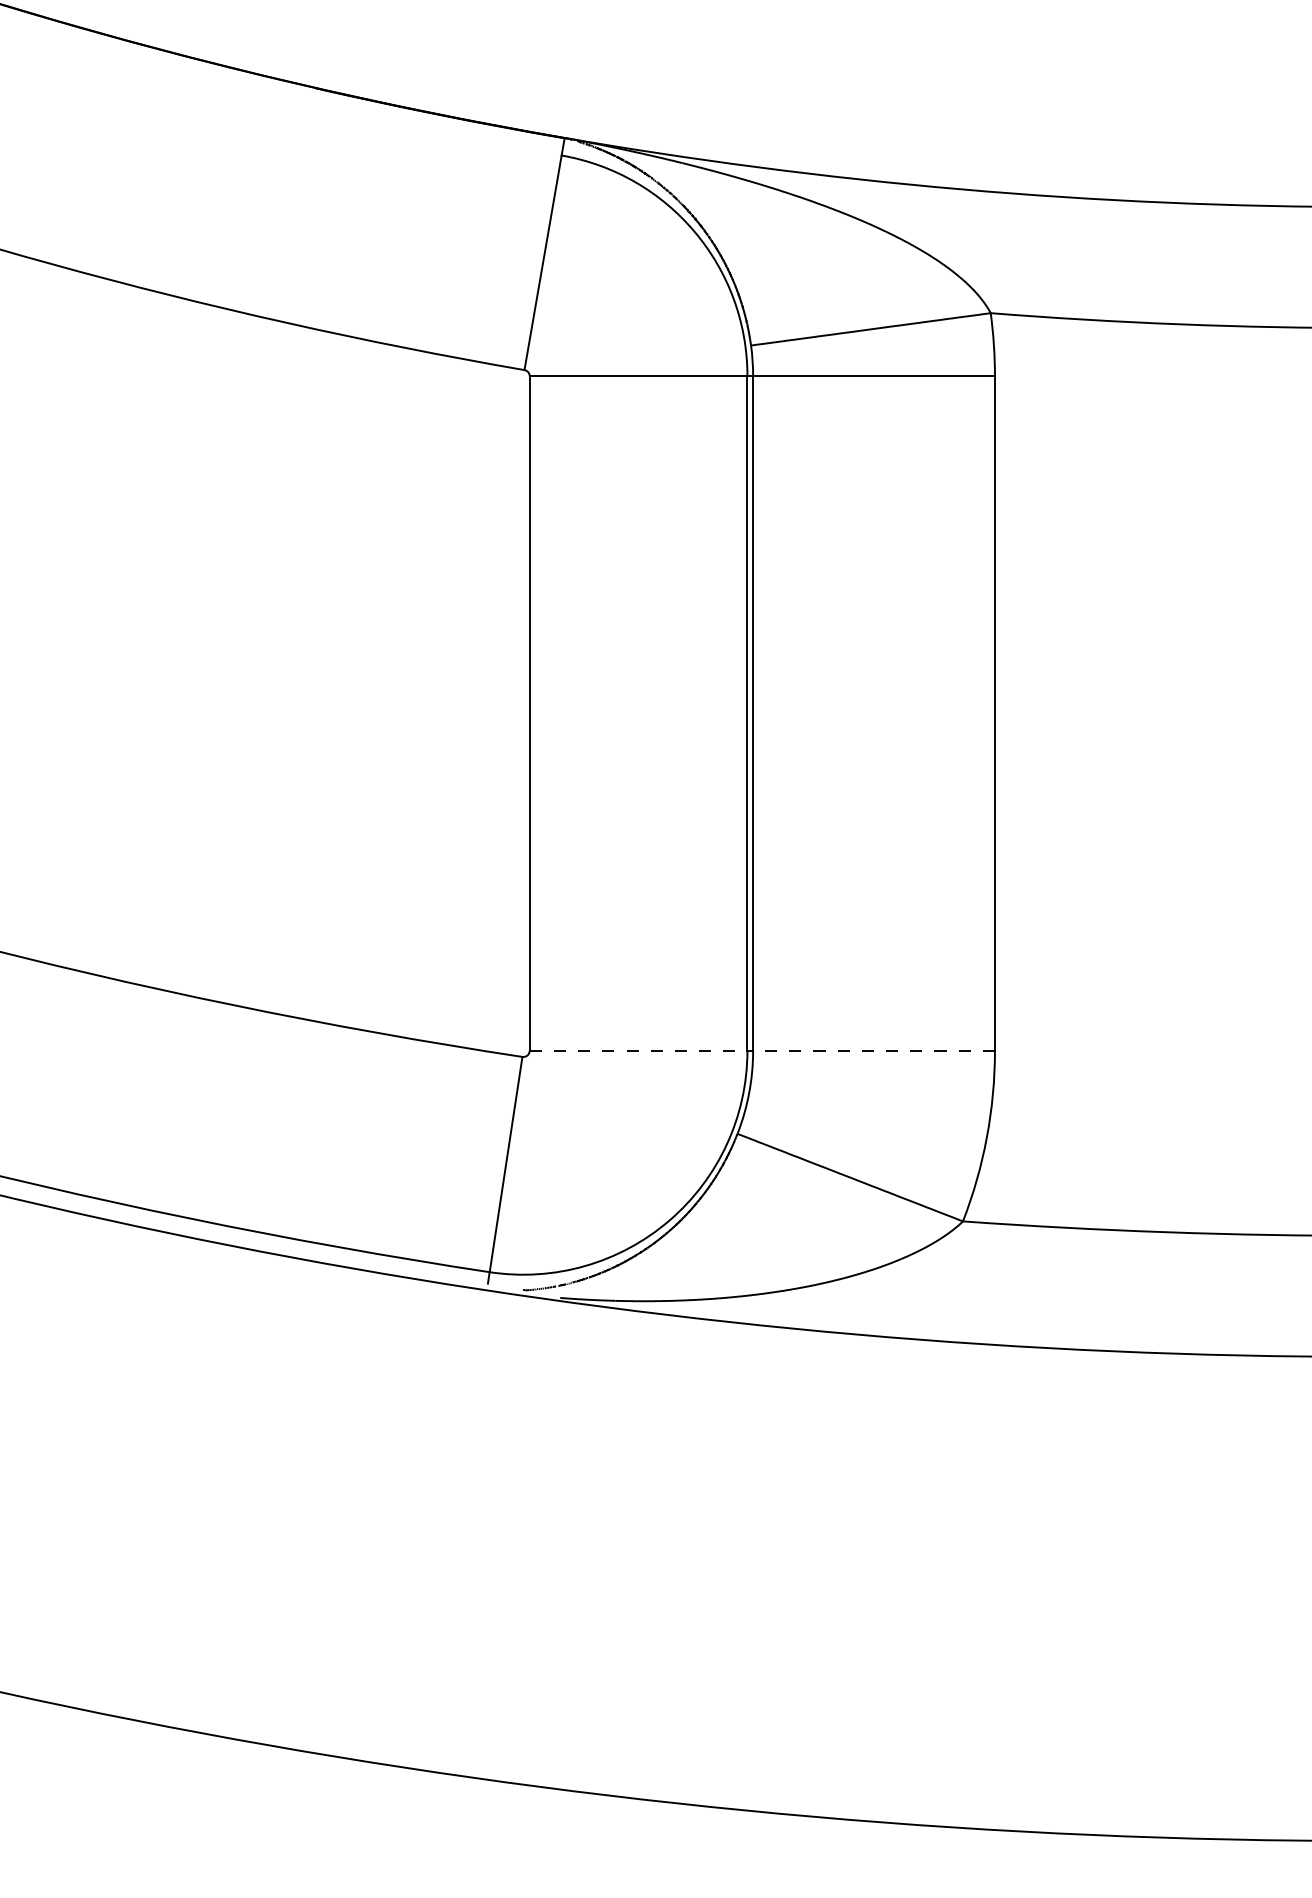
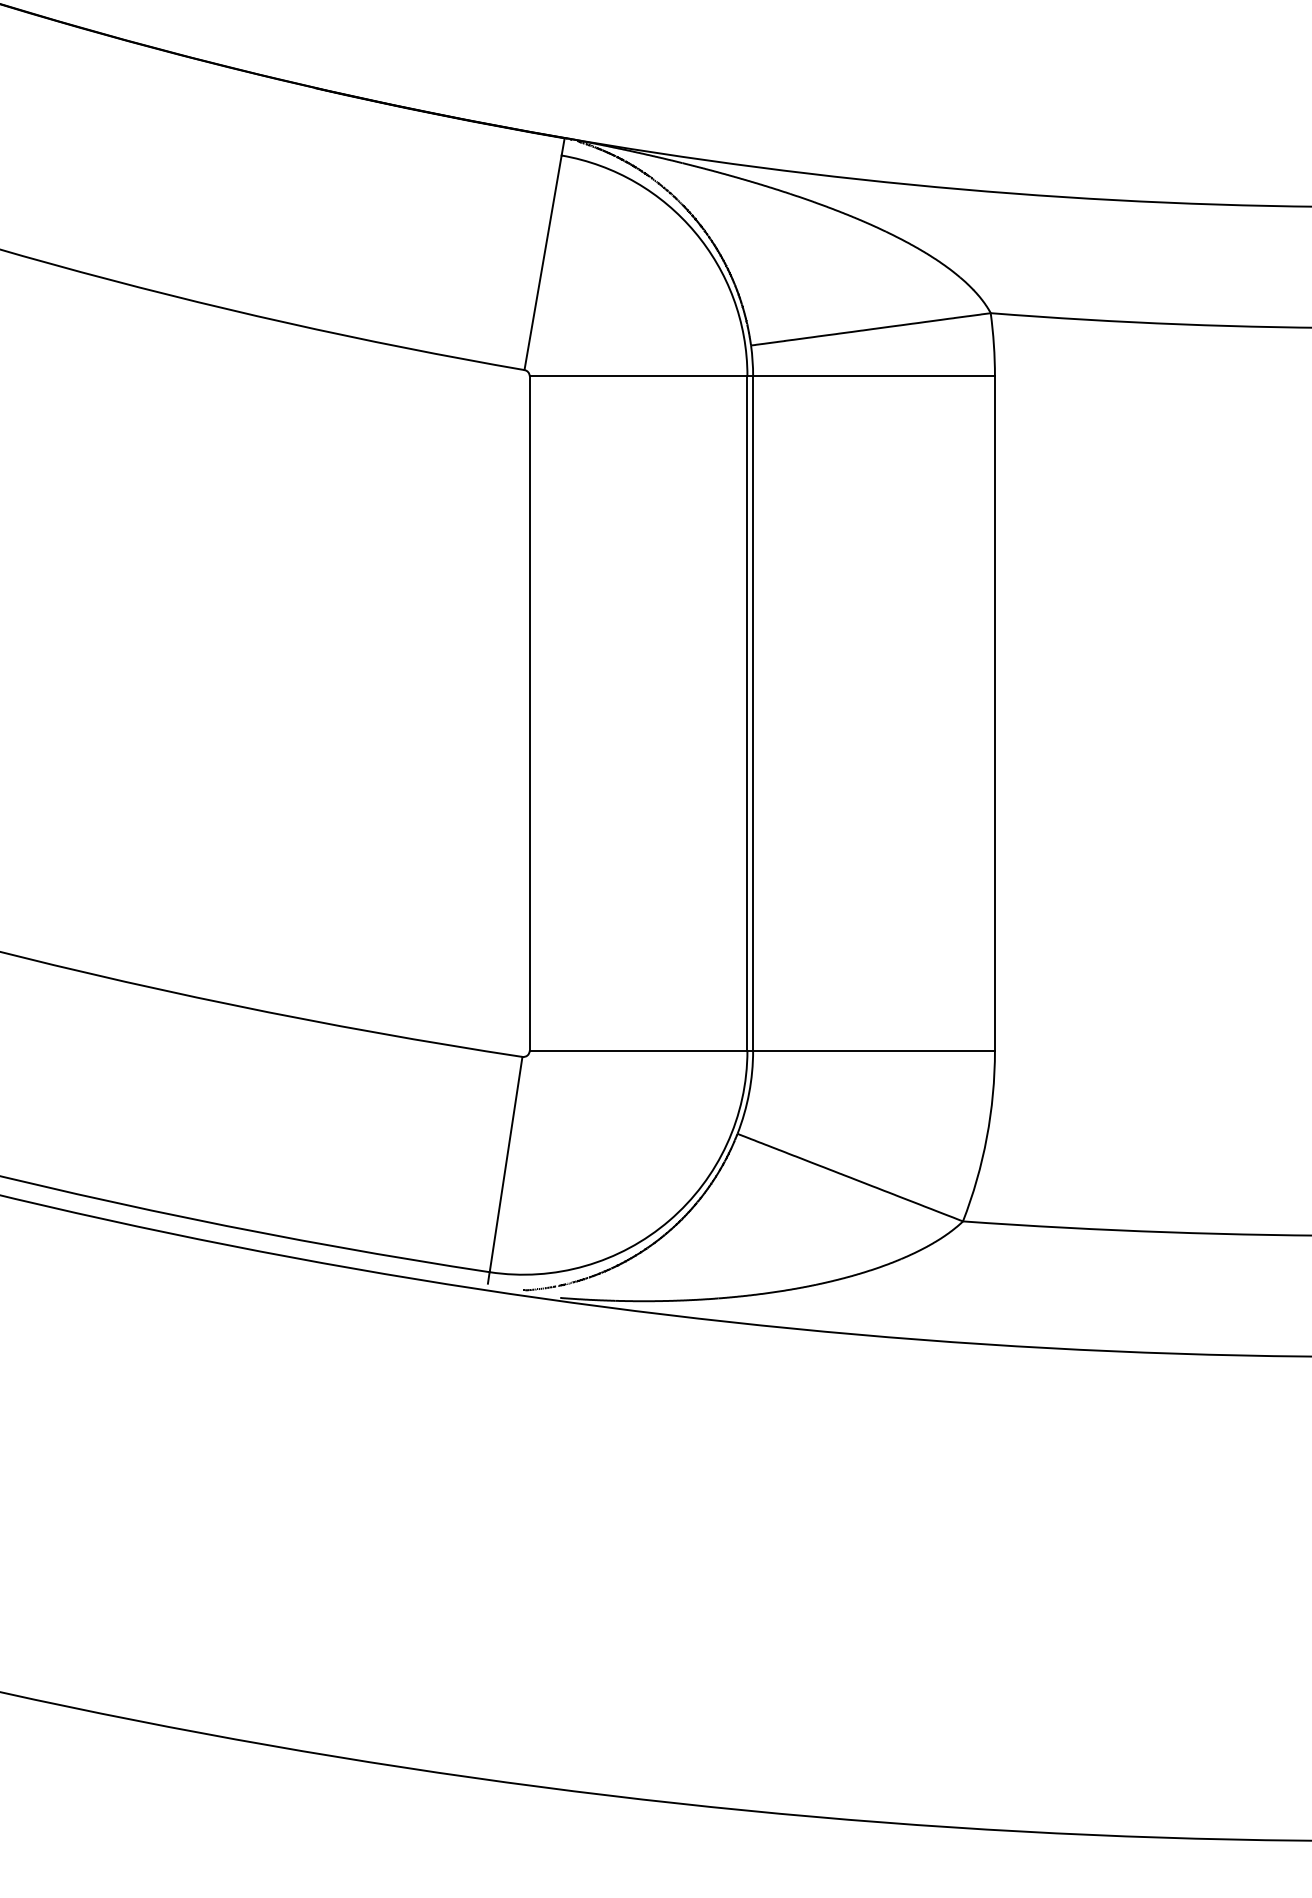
line at (638, 1050): dashed -> solid
line at (874, 1050): dashed -> solid
